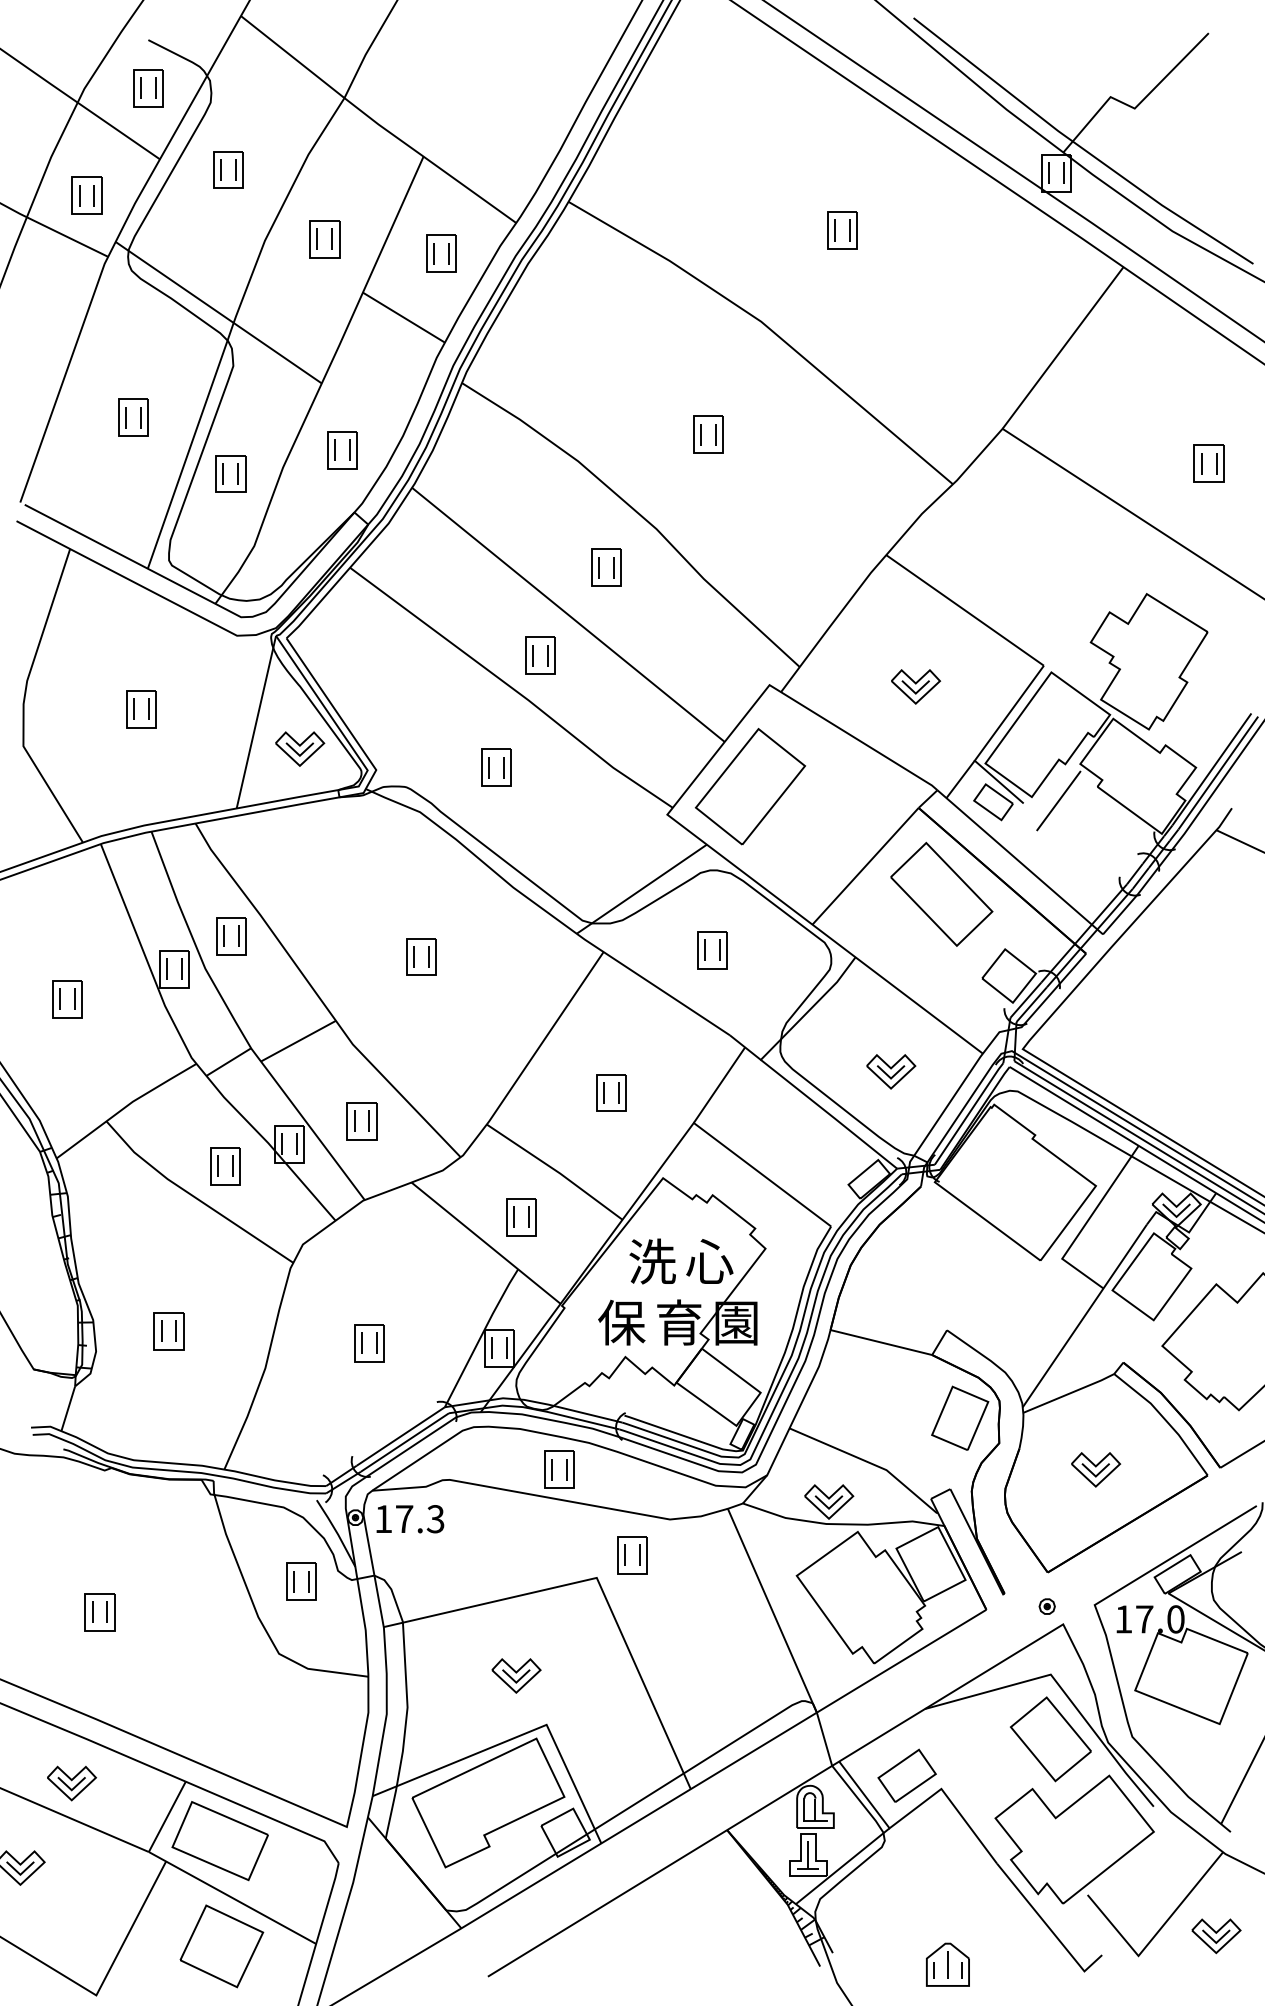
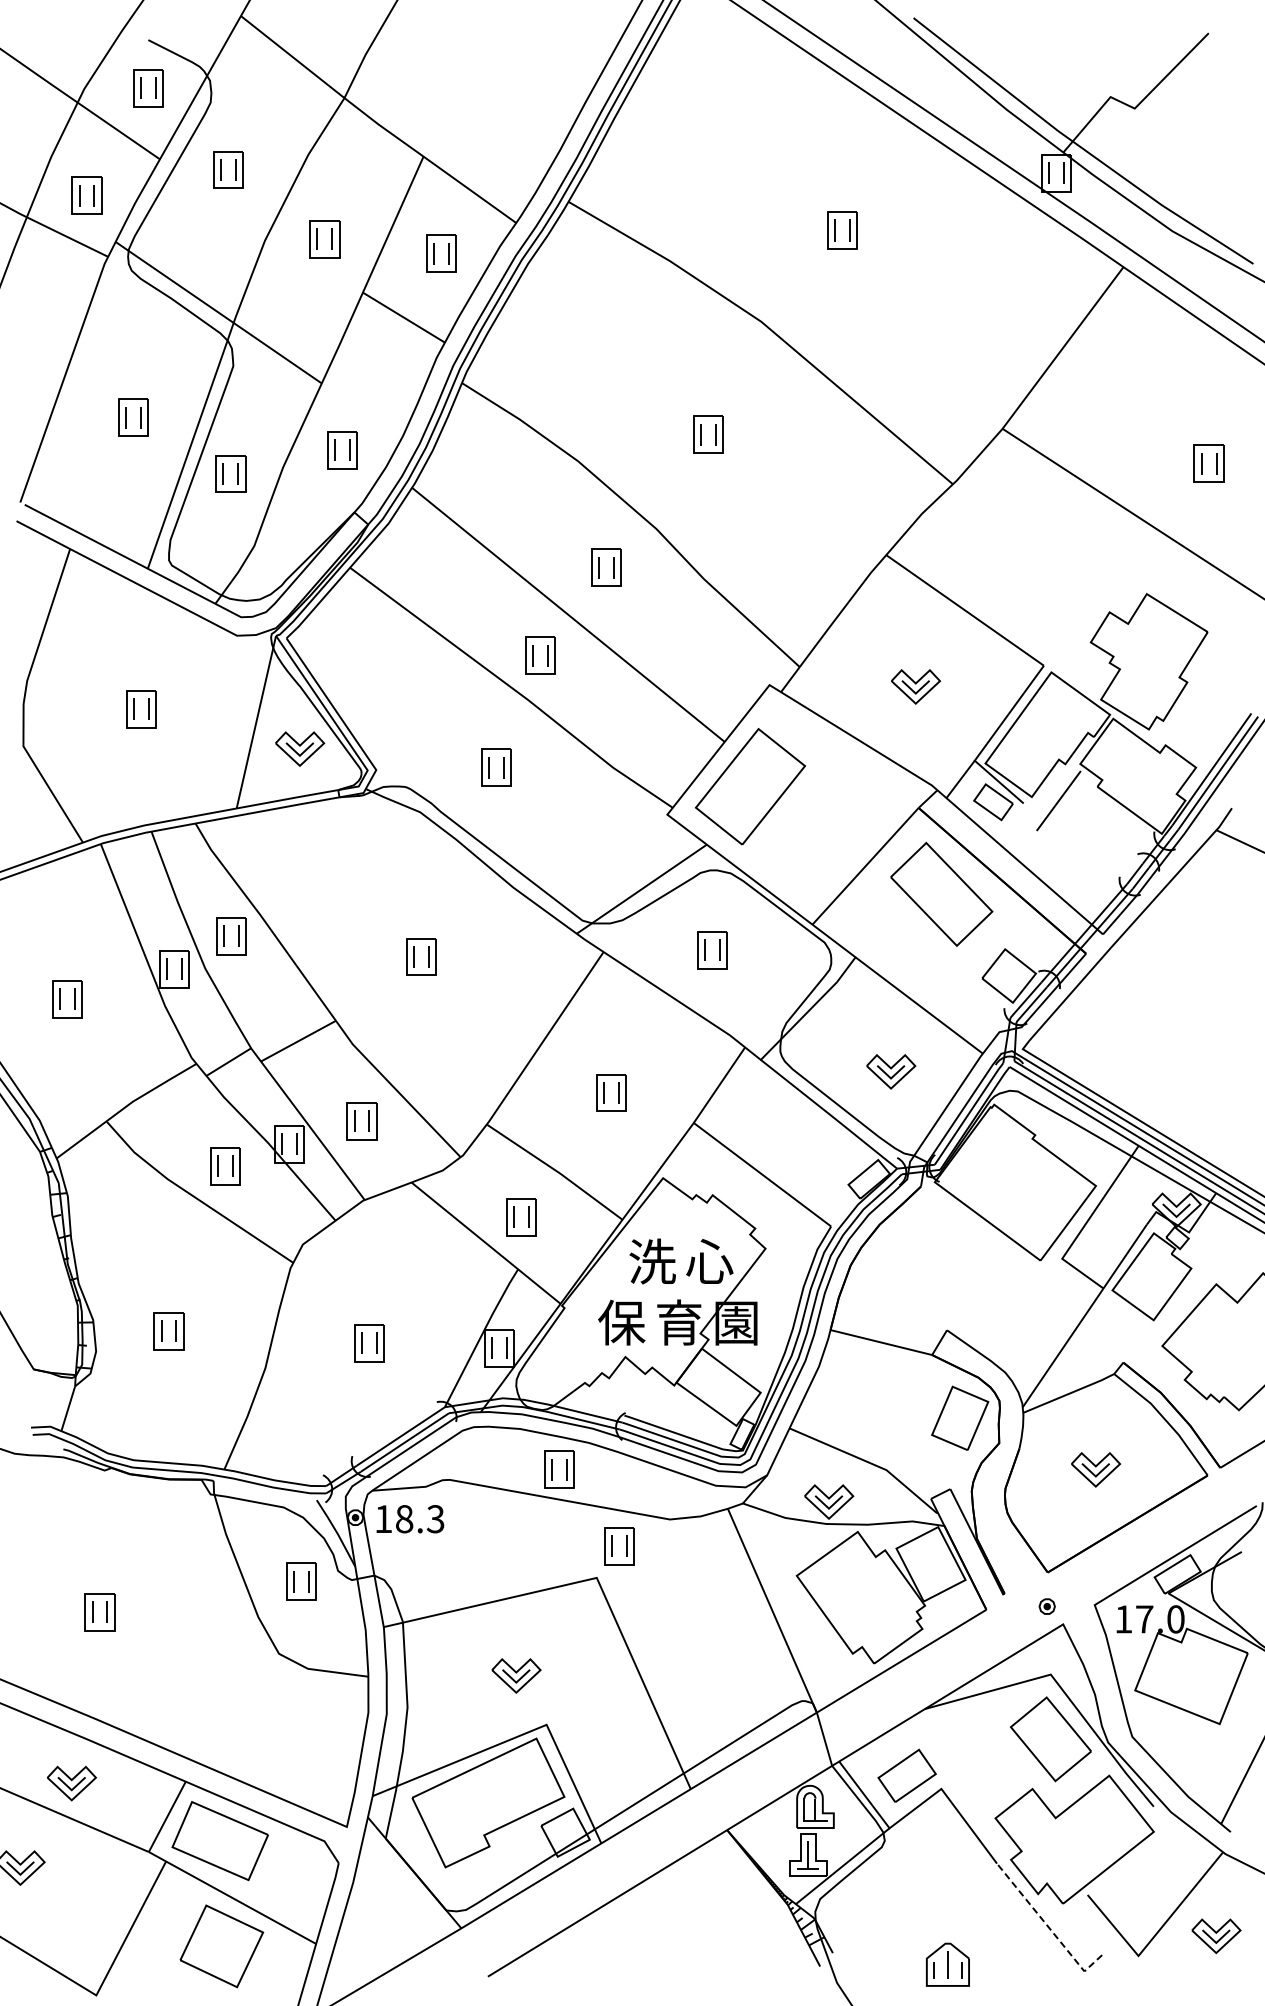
text at (404, 1519): 17.3 -> 18.3
part at (632, 1555) position: (632, 1555) -> (619, 1546)
line at (1048, 1927): solid -> dashed
